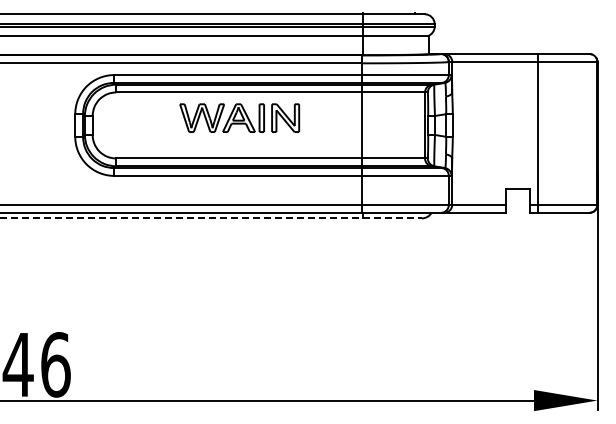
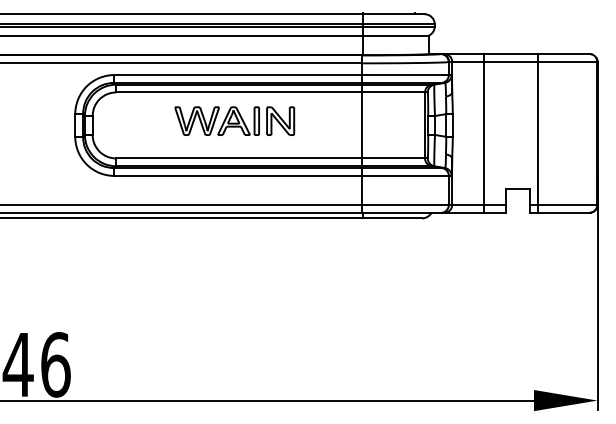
part at (239, 117) position: (239, 117) -> (234, 120)
line at (483, 133): none -> present
line at (211, 218): dashed -> solid
